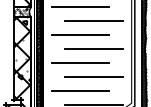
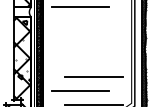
hatch at (21, 12): present -> none
line at (93, 20): present -> none
line at (80, 34): present -> none
line at (93, 48): present -> none
line at (80, 62): present -> none
